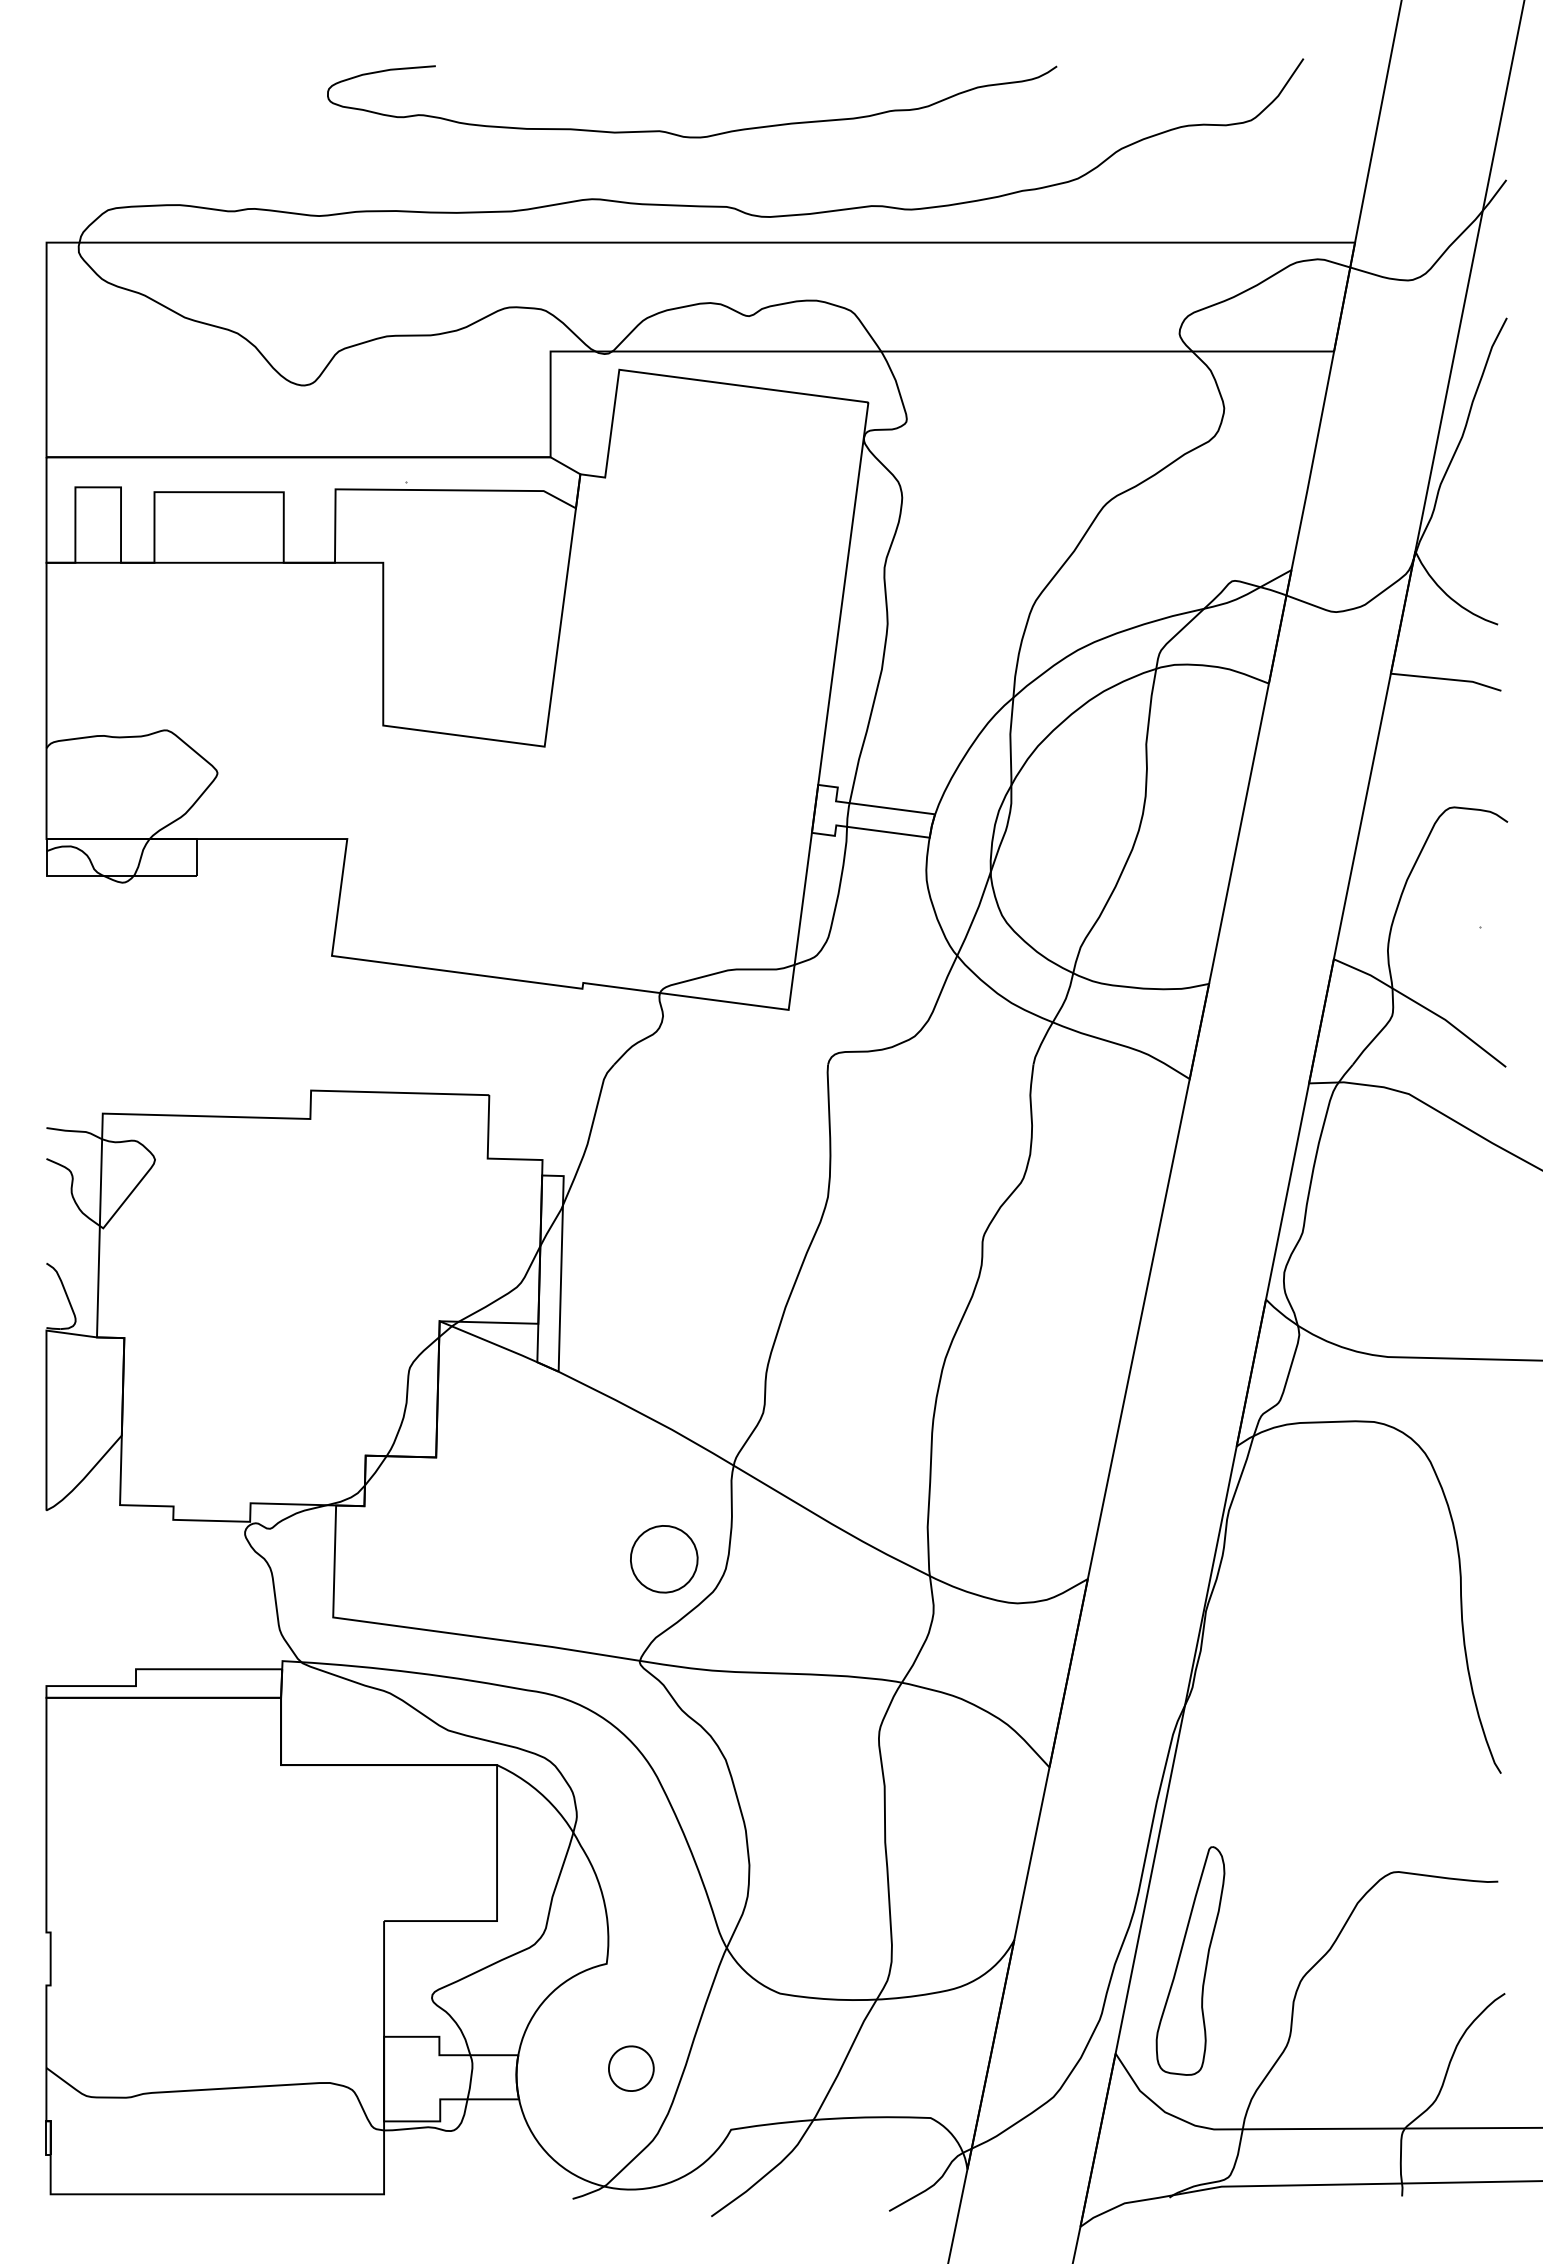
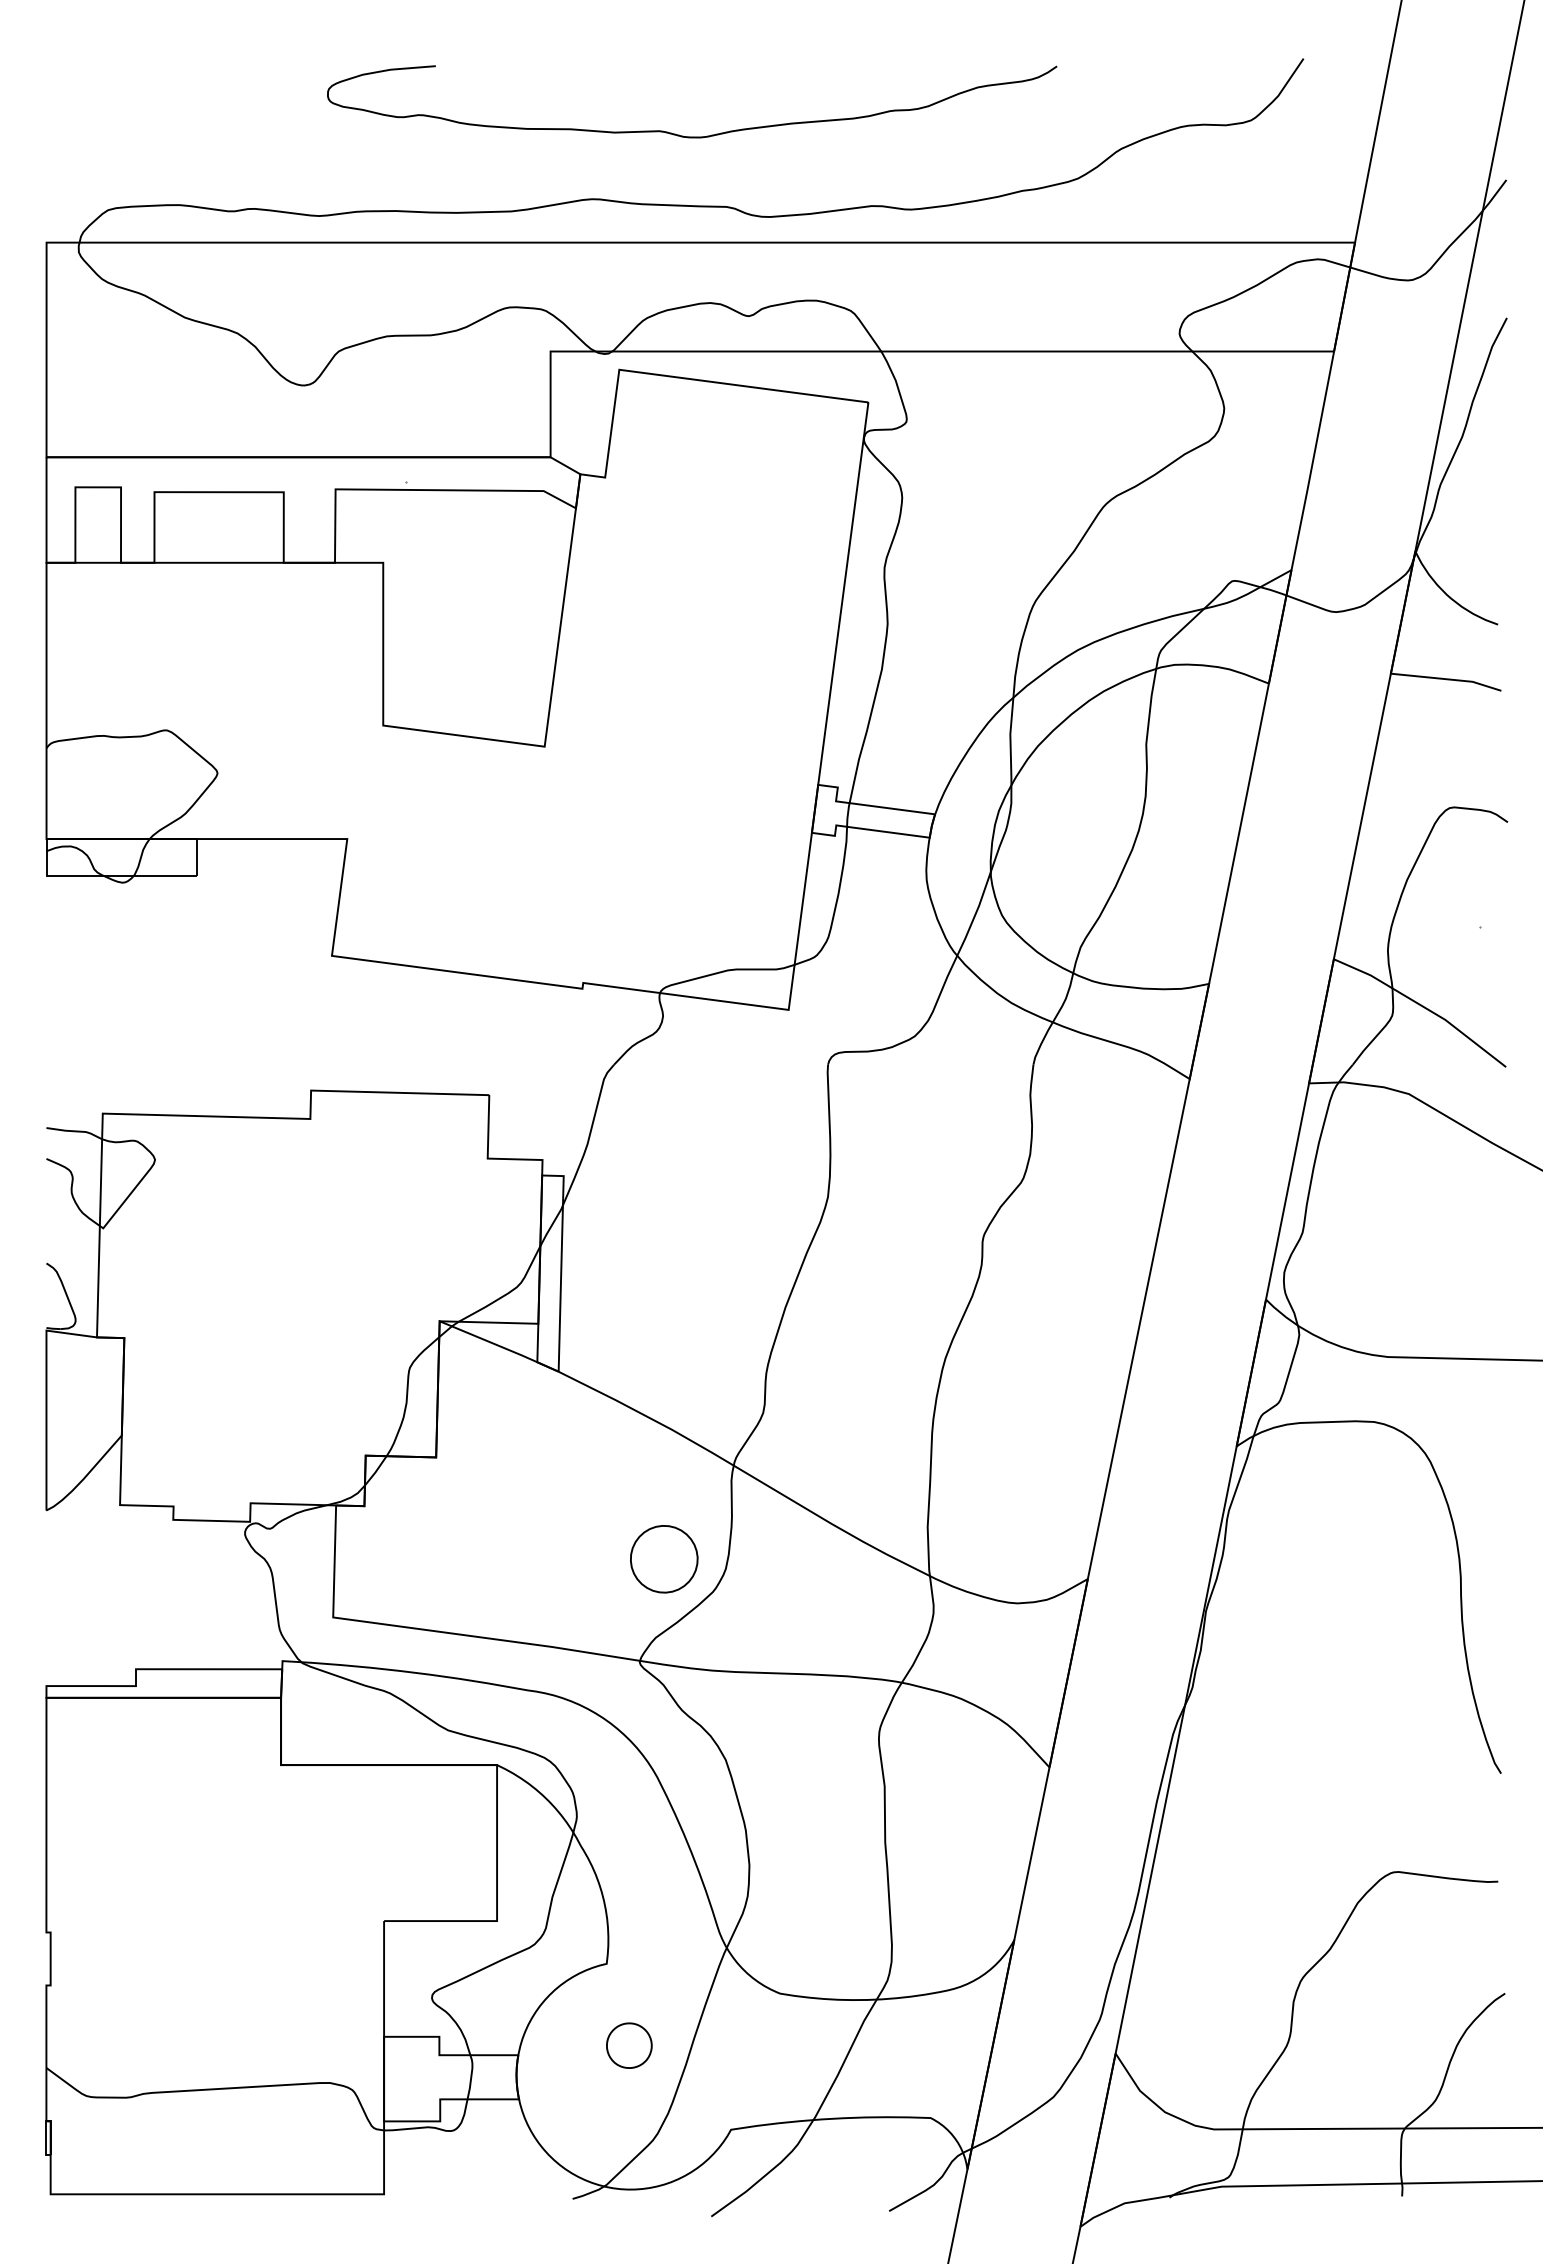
part at (1190, 1960): present -> none
part at (631, 2068) position: (631, 2068) -> (629, 2045)
